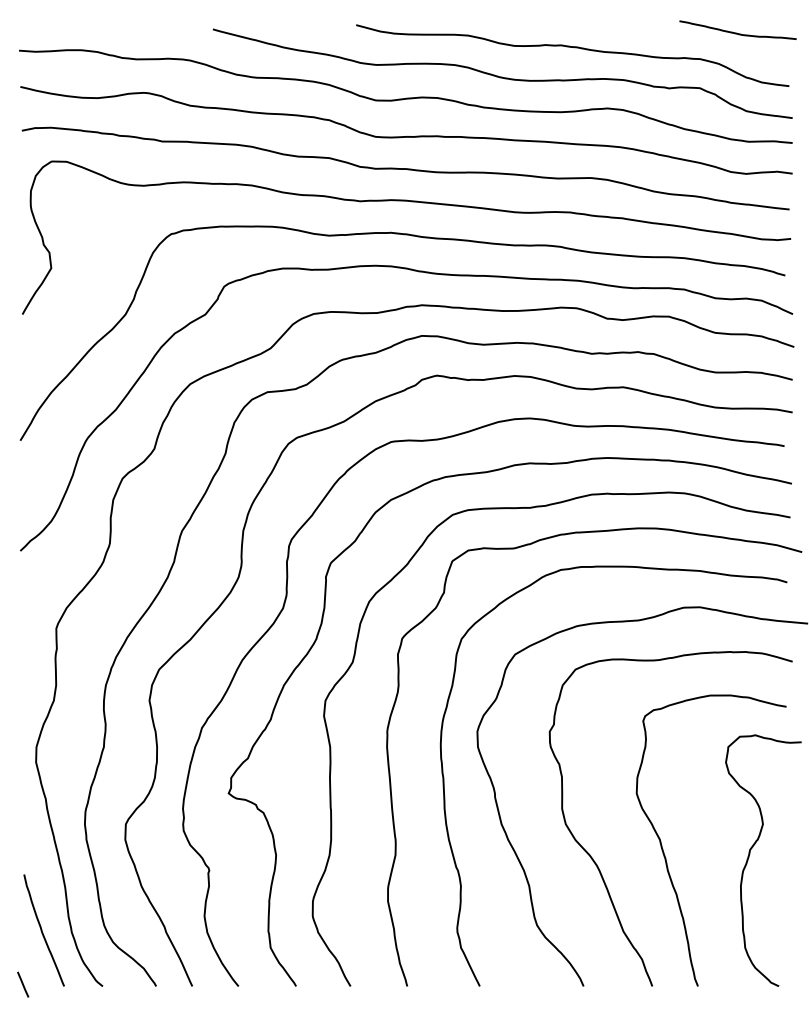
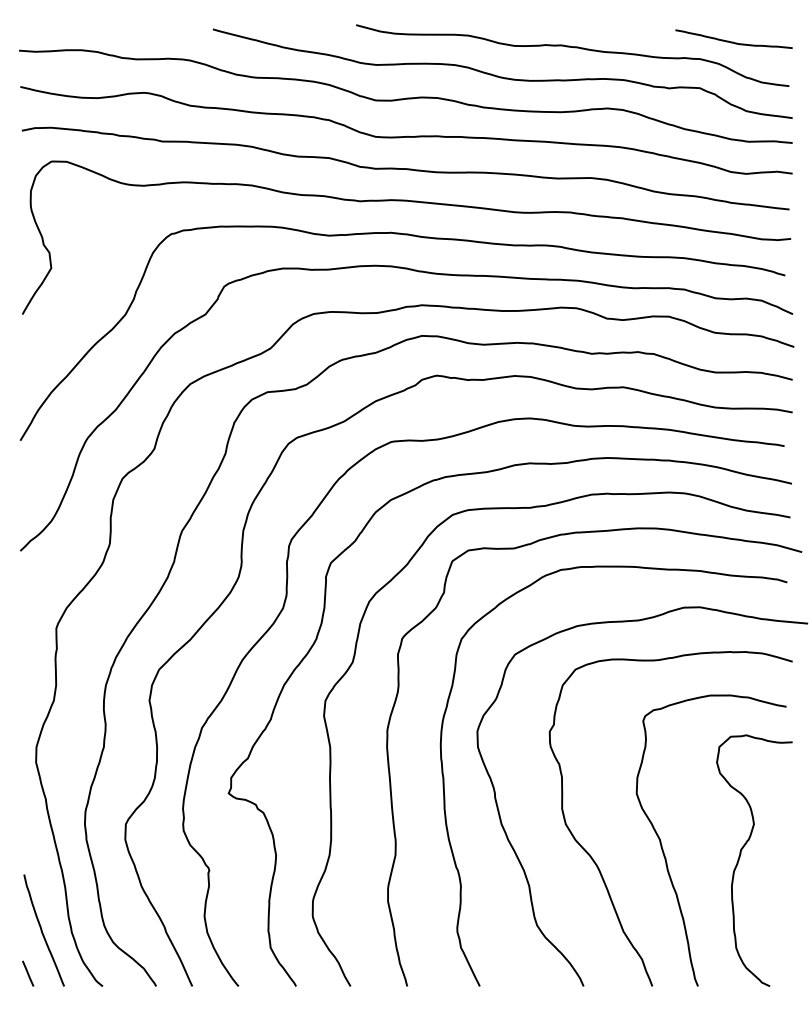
curve at (737, 32) position: (737, 32) -> (733, 41)
curve at (750, 854) position: (750, 854) -> (741, 854)
line at (23, 984) position: (23, 984) -> (28, 973)
